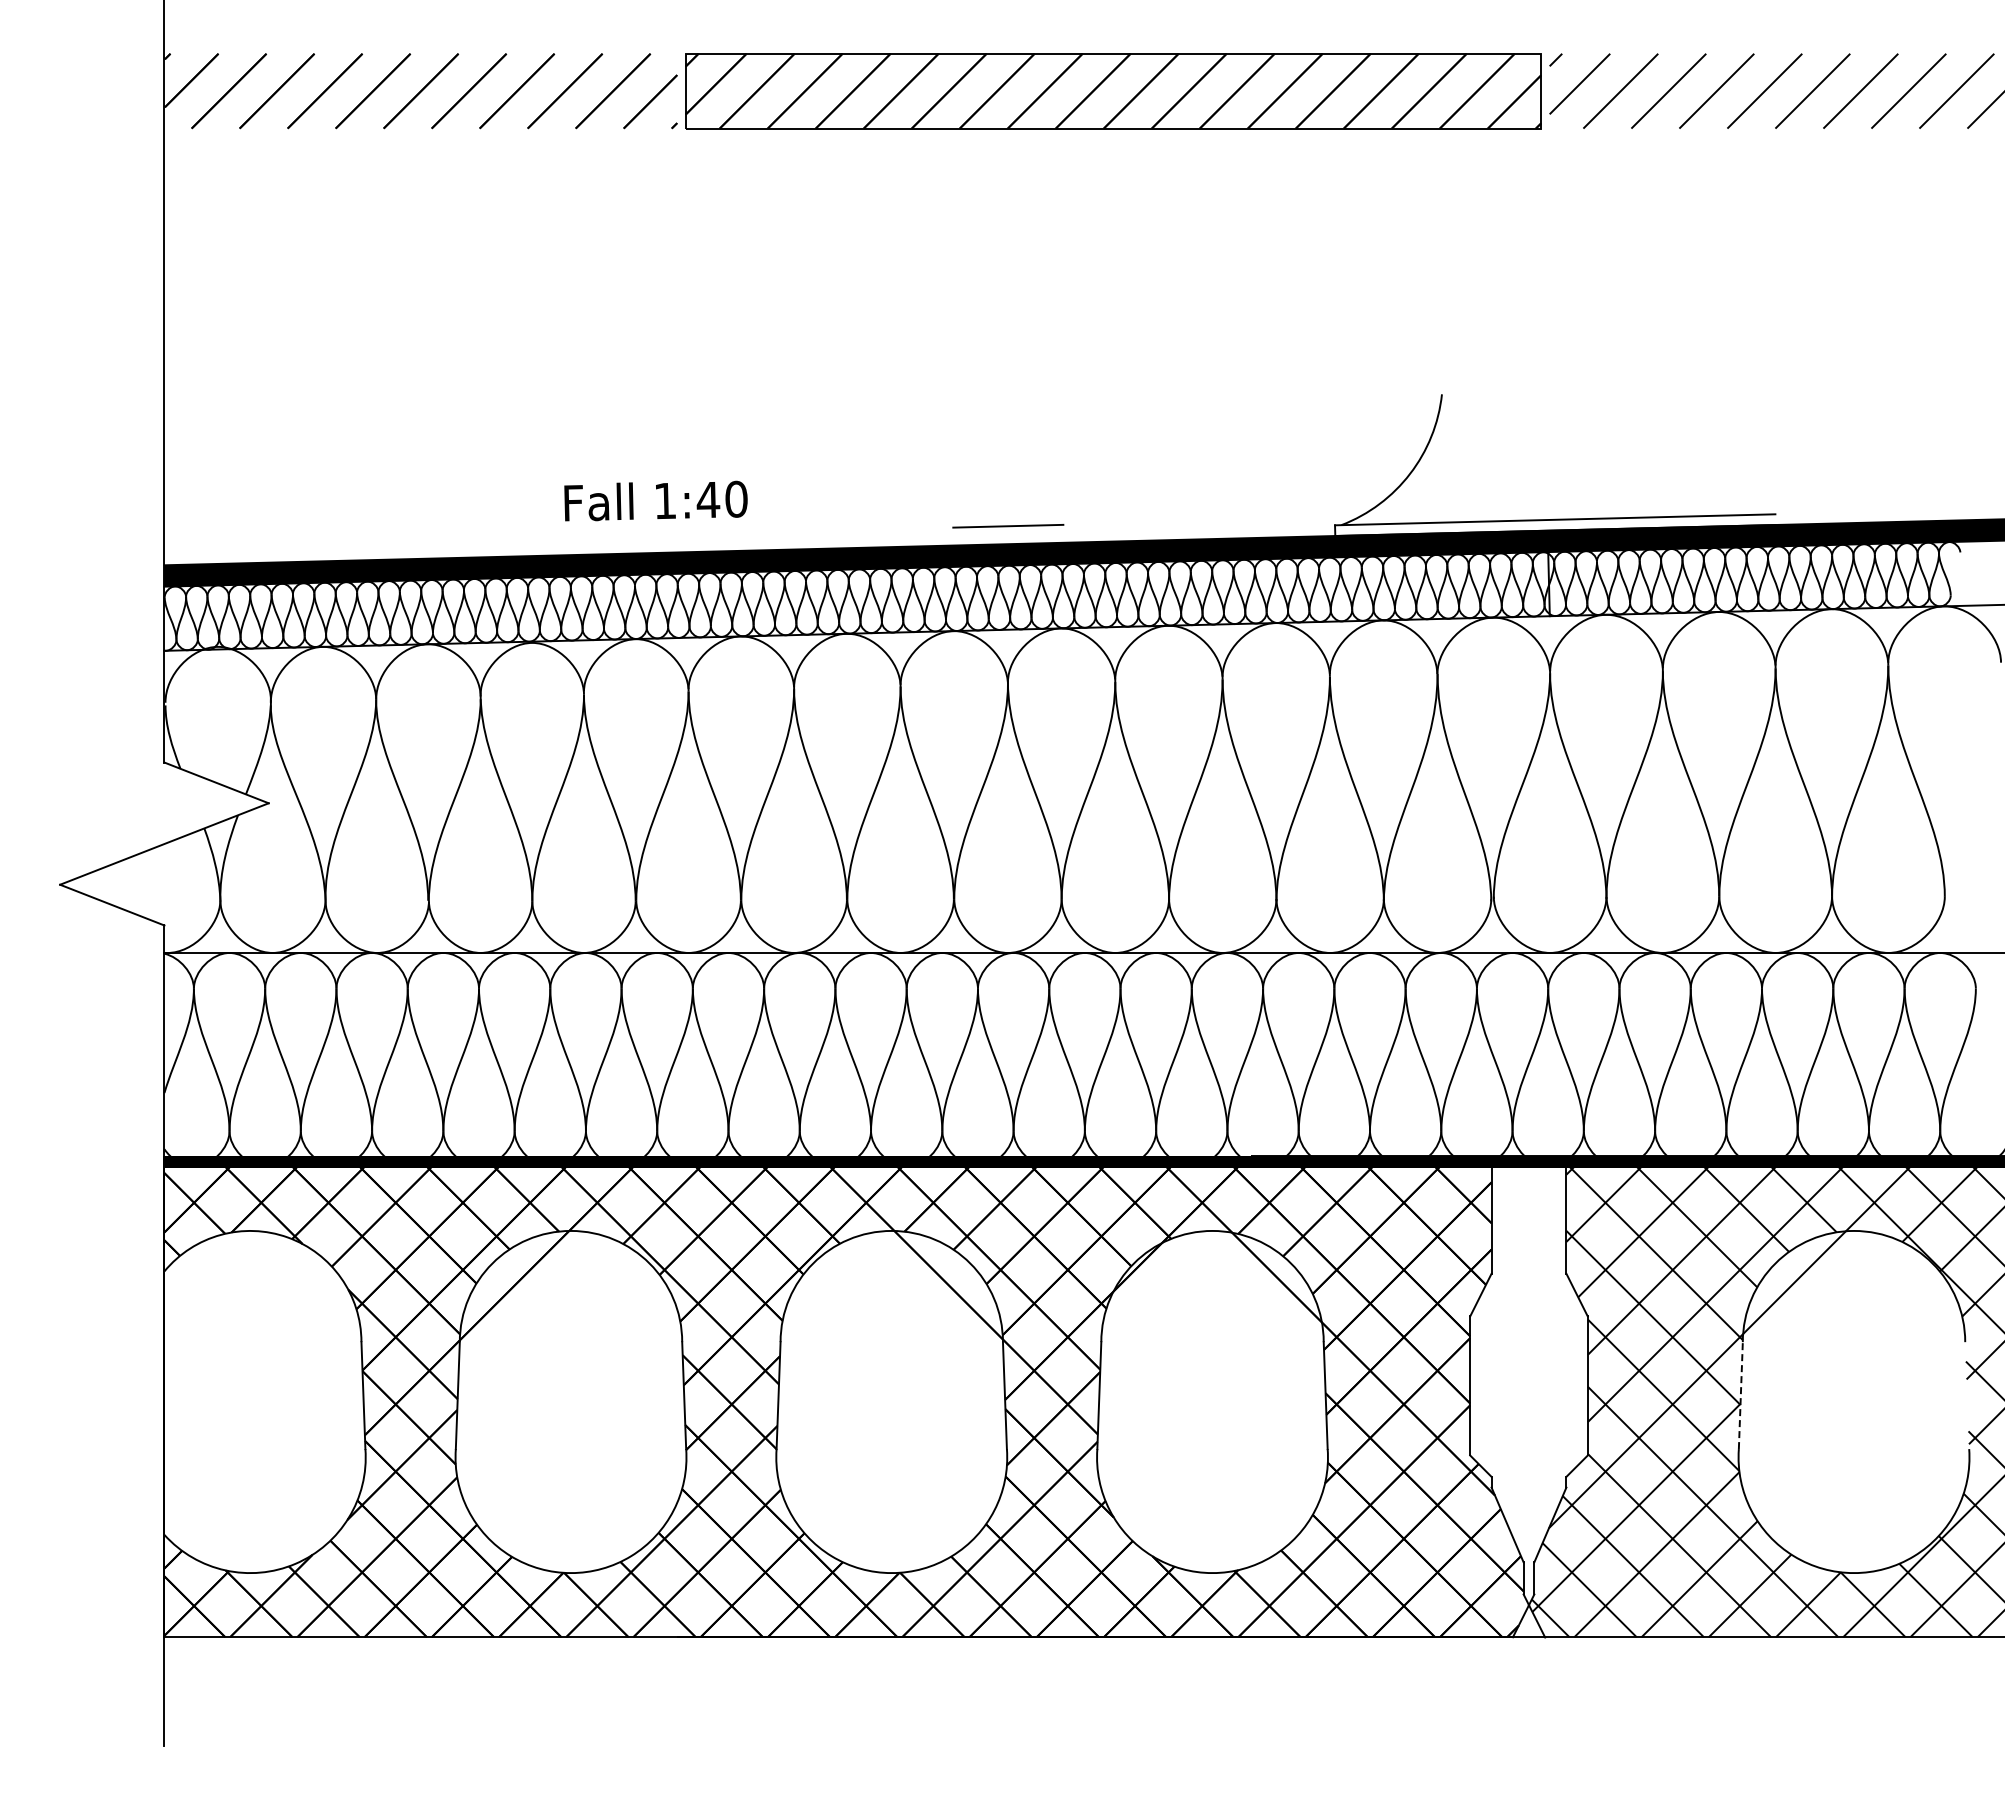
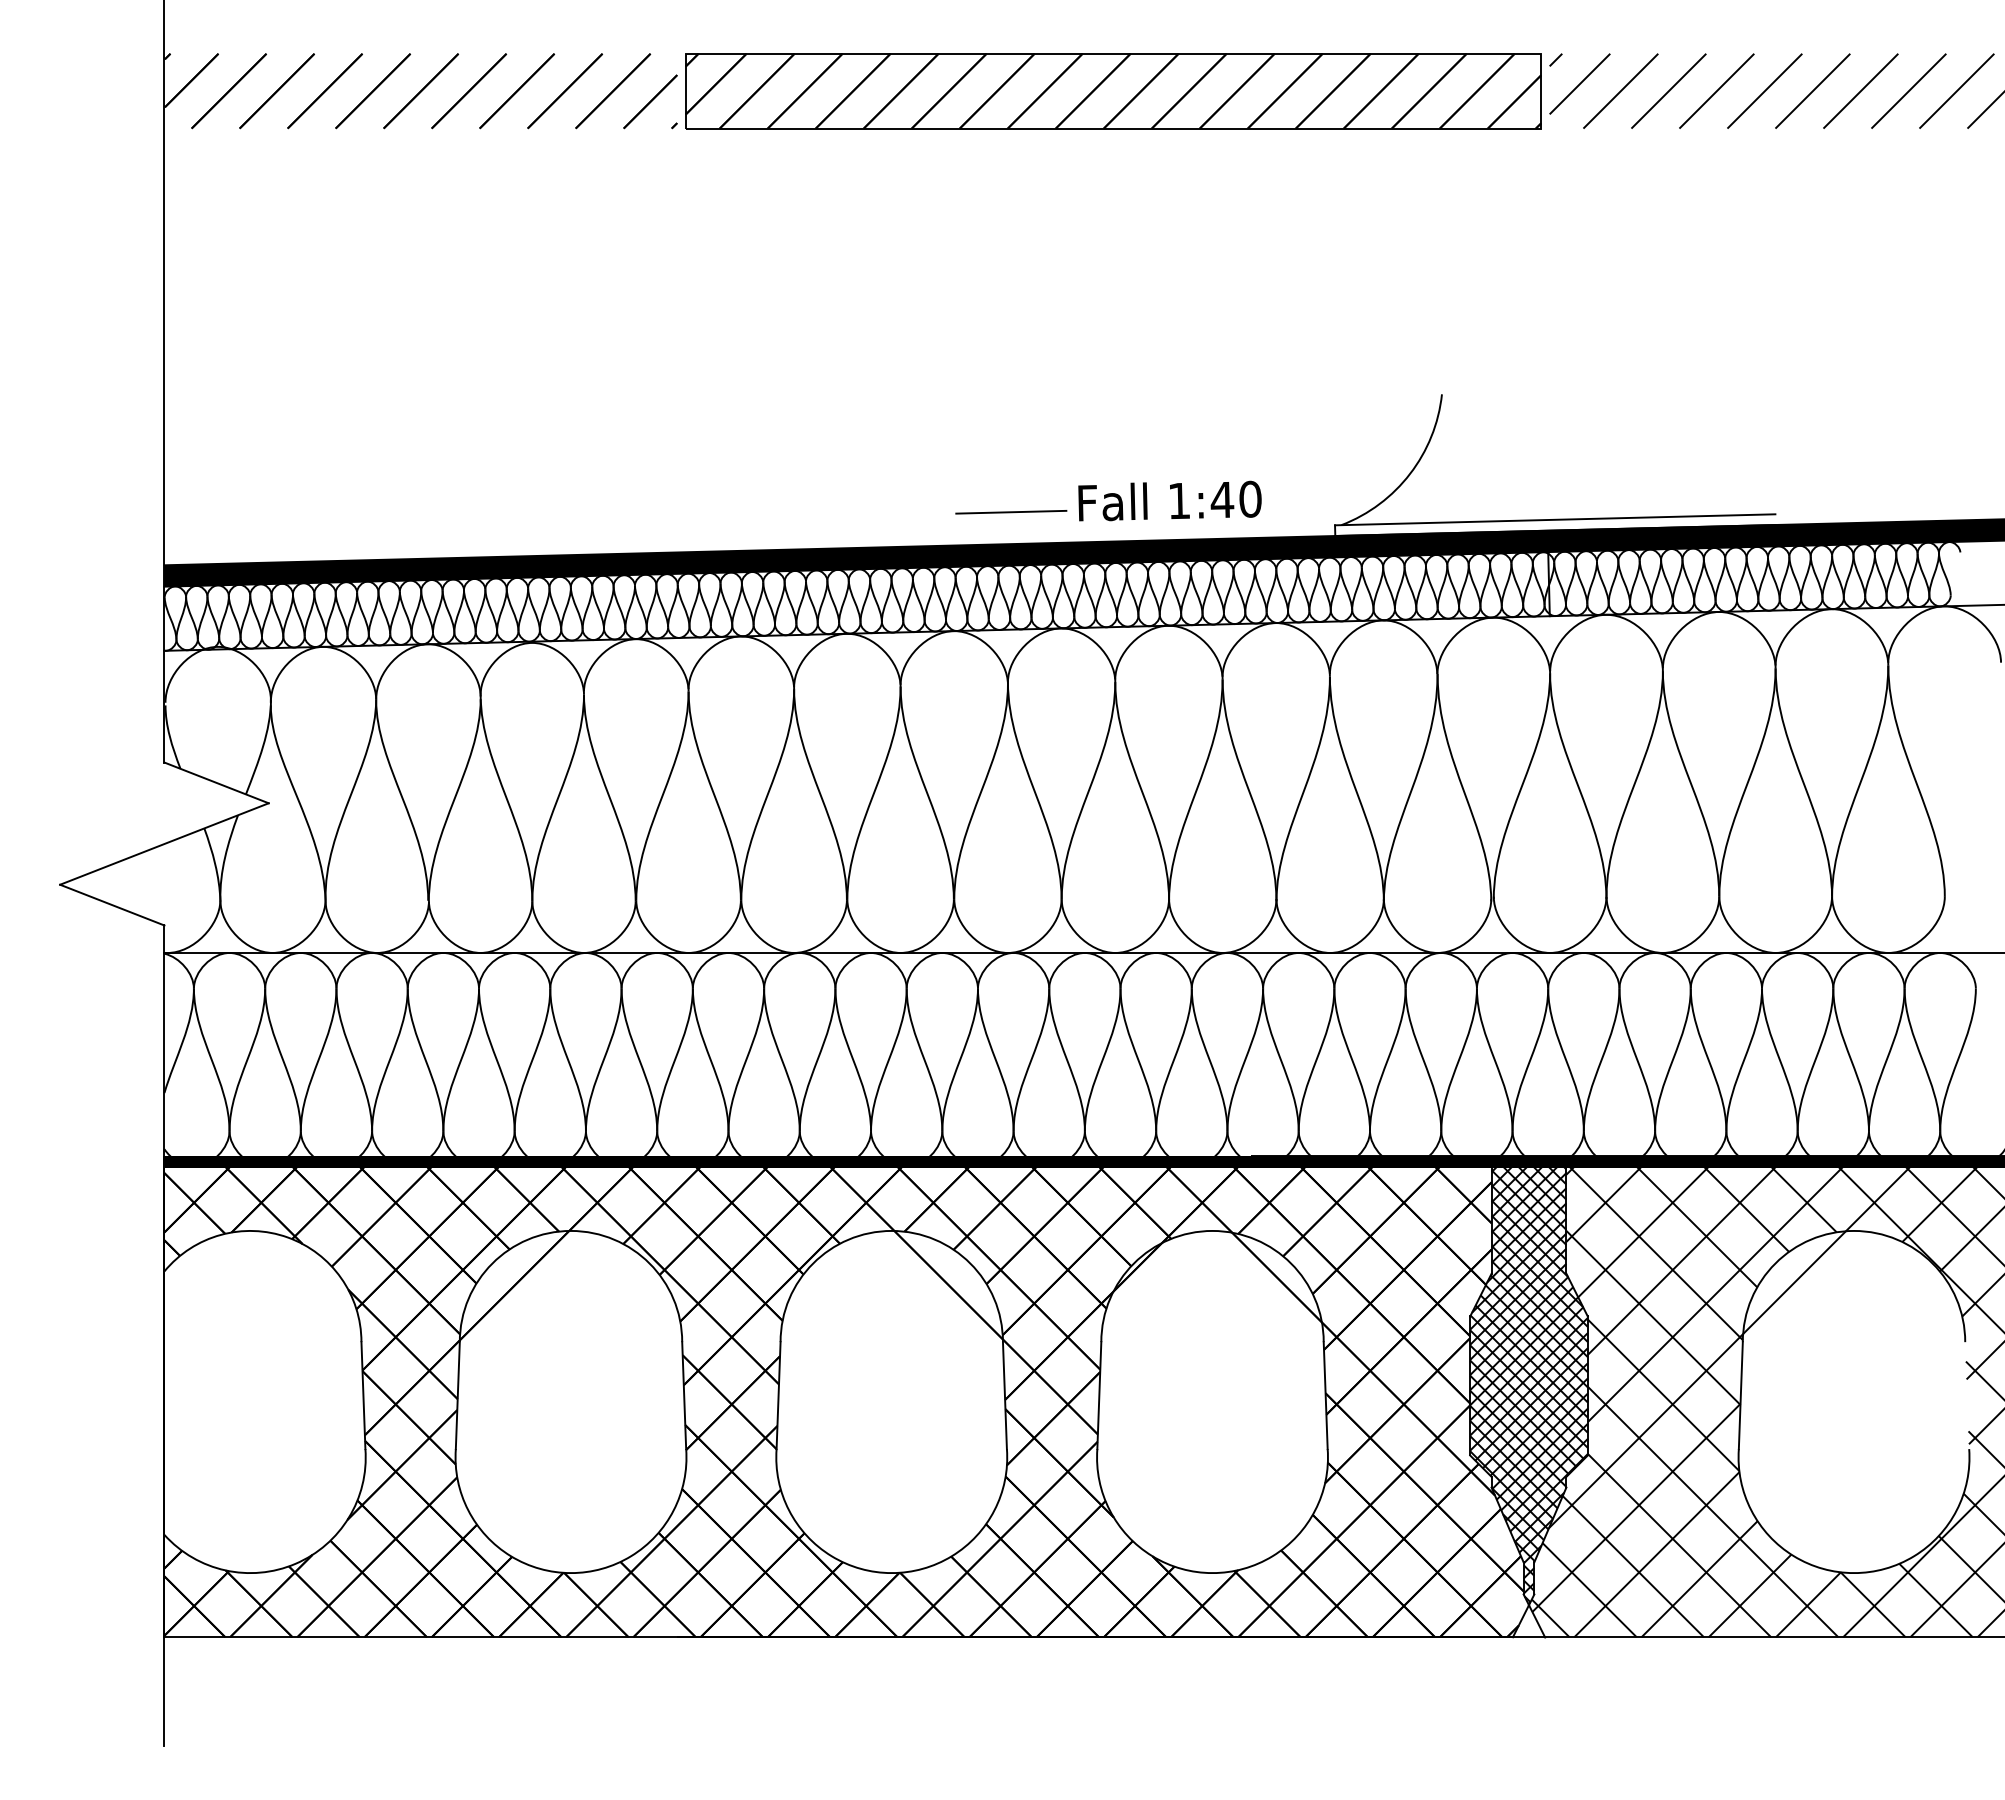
text at (655, 500) position: (655, 500) -> (1169, 500)
line at (1008, 526) position: (1008, 526) -> (1011, 512)
hatch at (1528, 1385): none -> present
line at (1740, 1395): dashed -> solid
